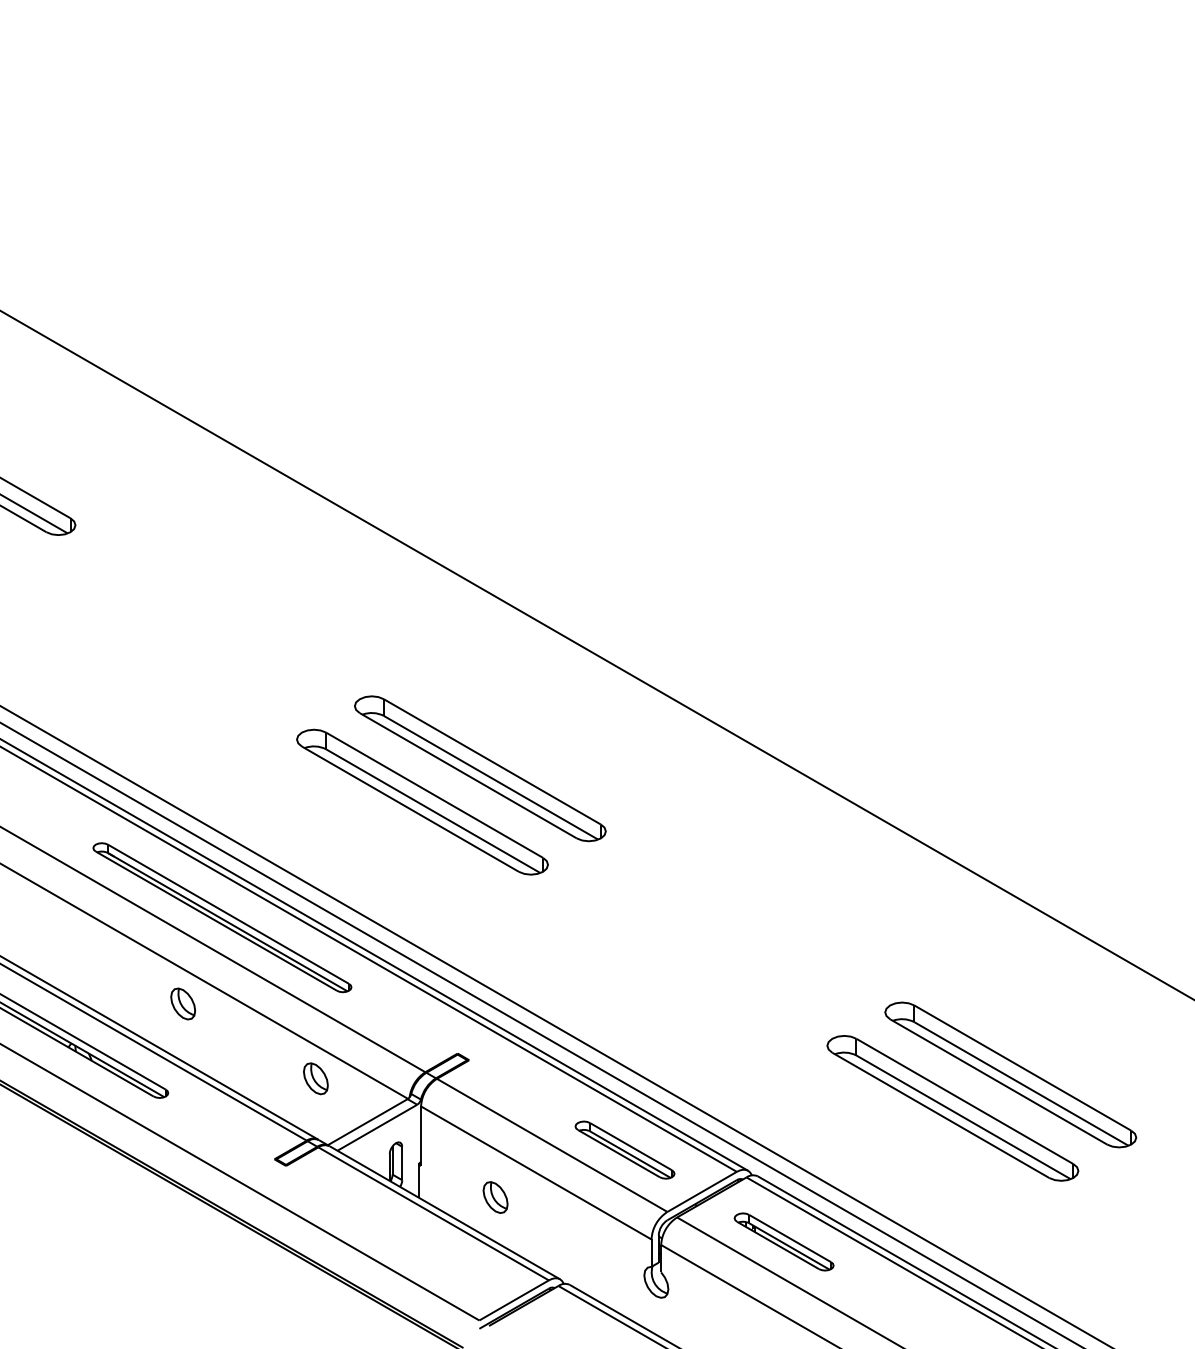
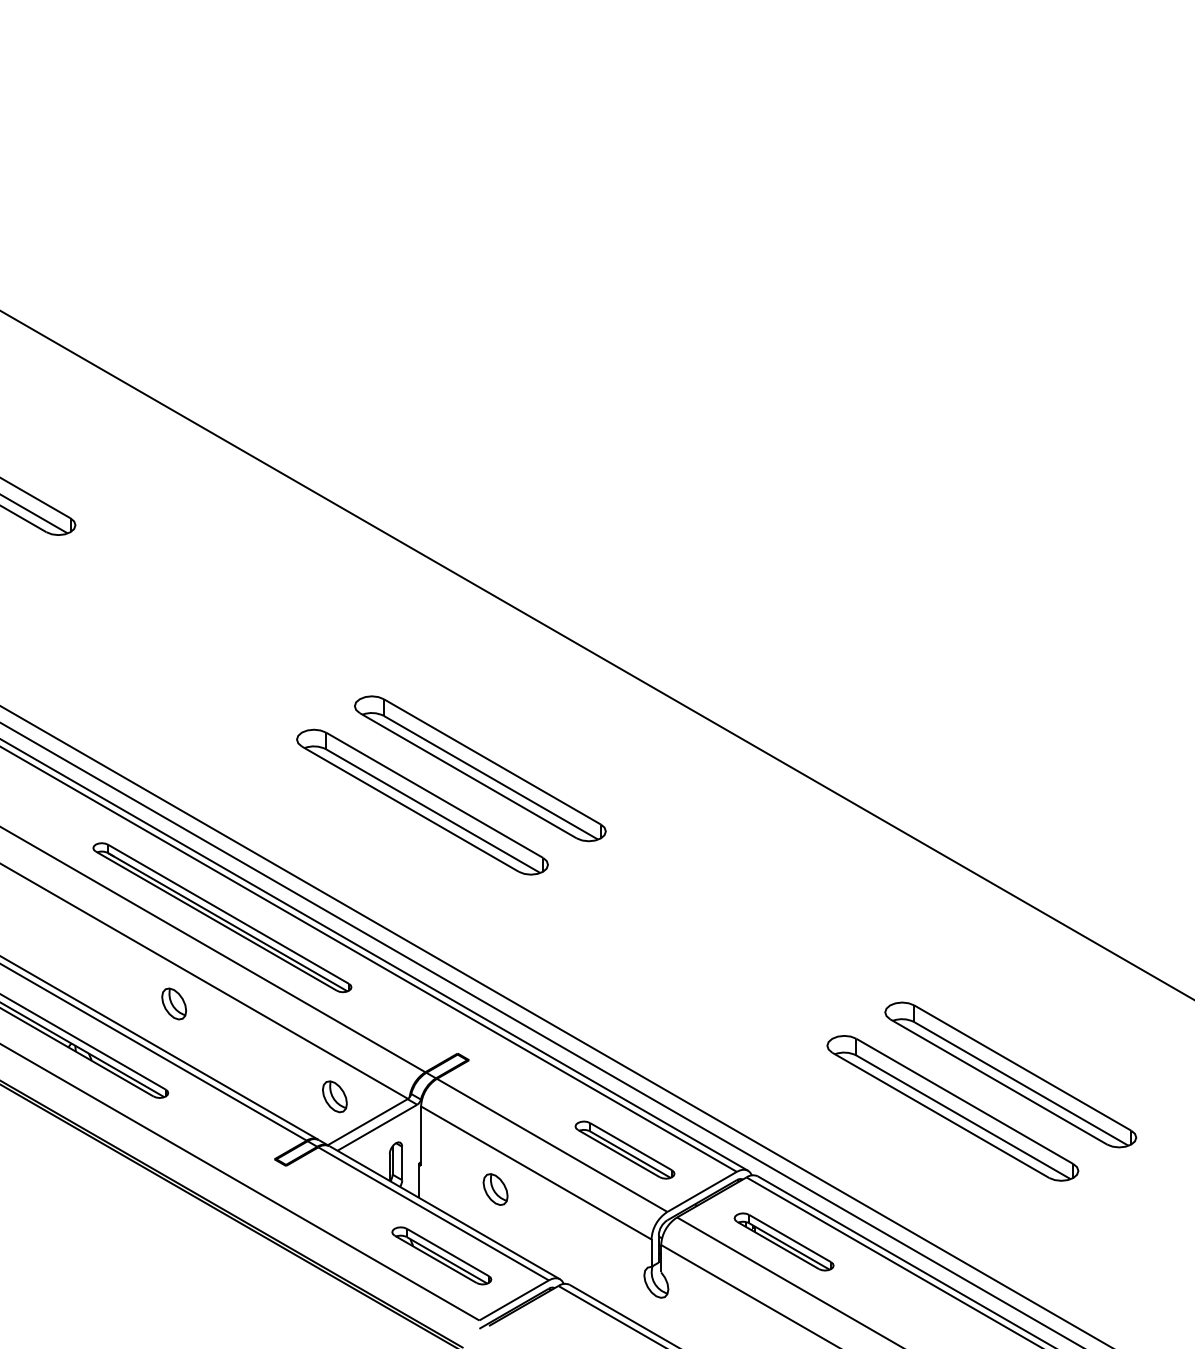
part at (183, 1003) position: (183, 1003) -> (174, 1003)
part at (315, 1078) position: (315, 1078) -> (334, 1096)
part at (495, 1197) position: (495, 1197) -> (495, 1189)
part at (441, 1255): none -> present
